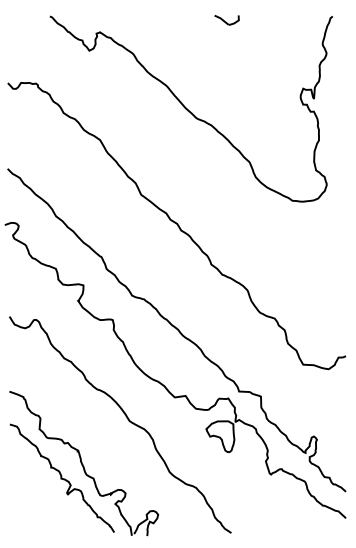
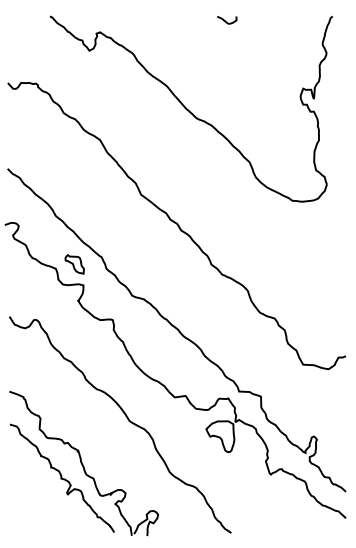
part at (226, 20) size: 26x11 px -> 21x9 px
part at (74, 264): none -> present
